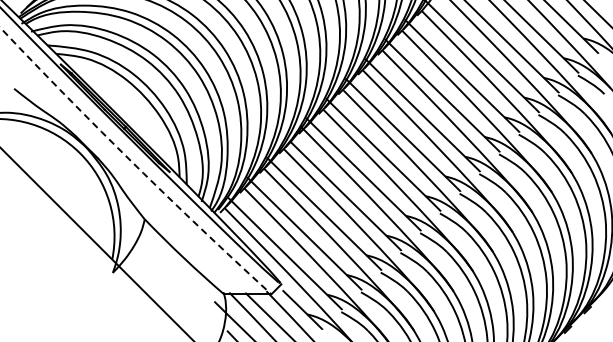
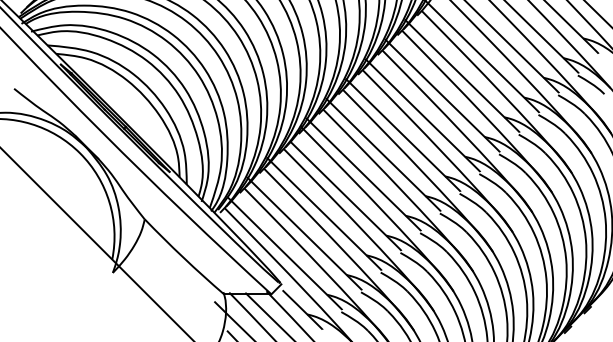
arc at (133, 163): dashed -> solid
